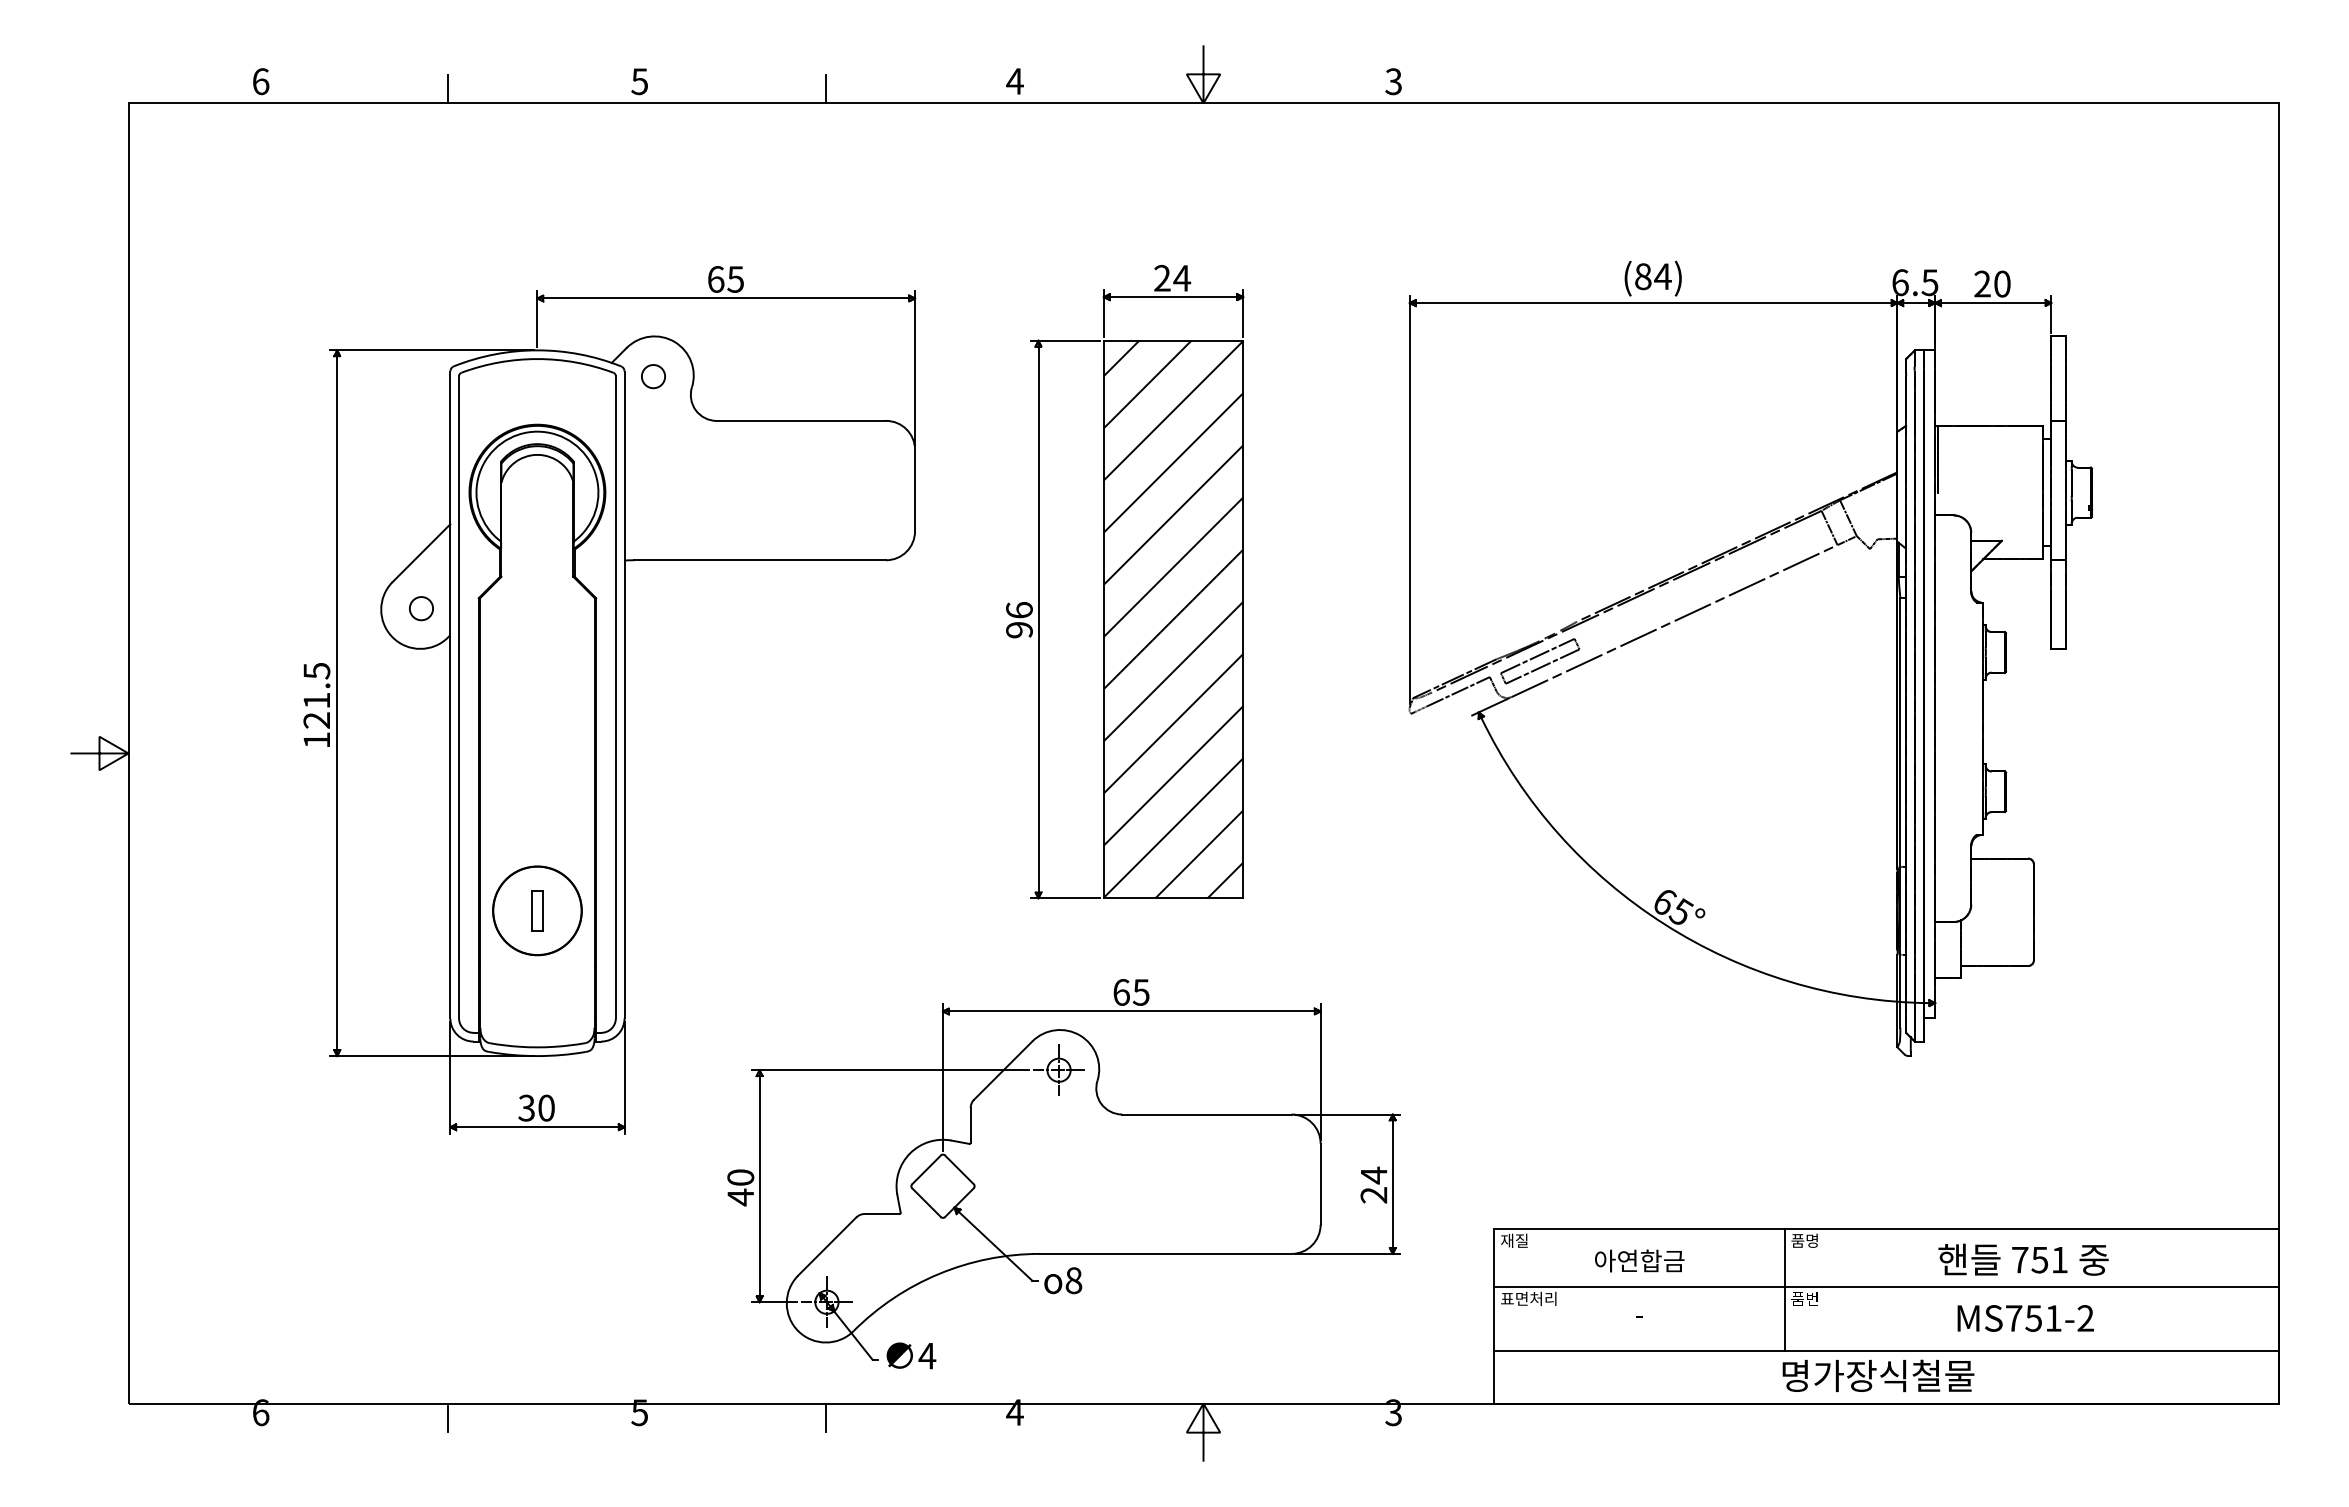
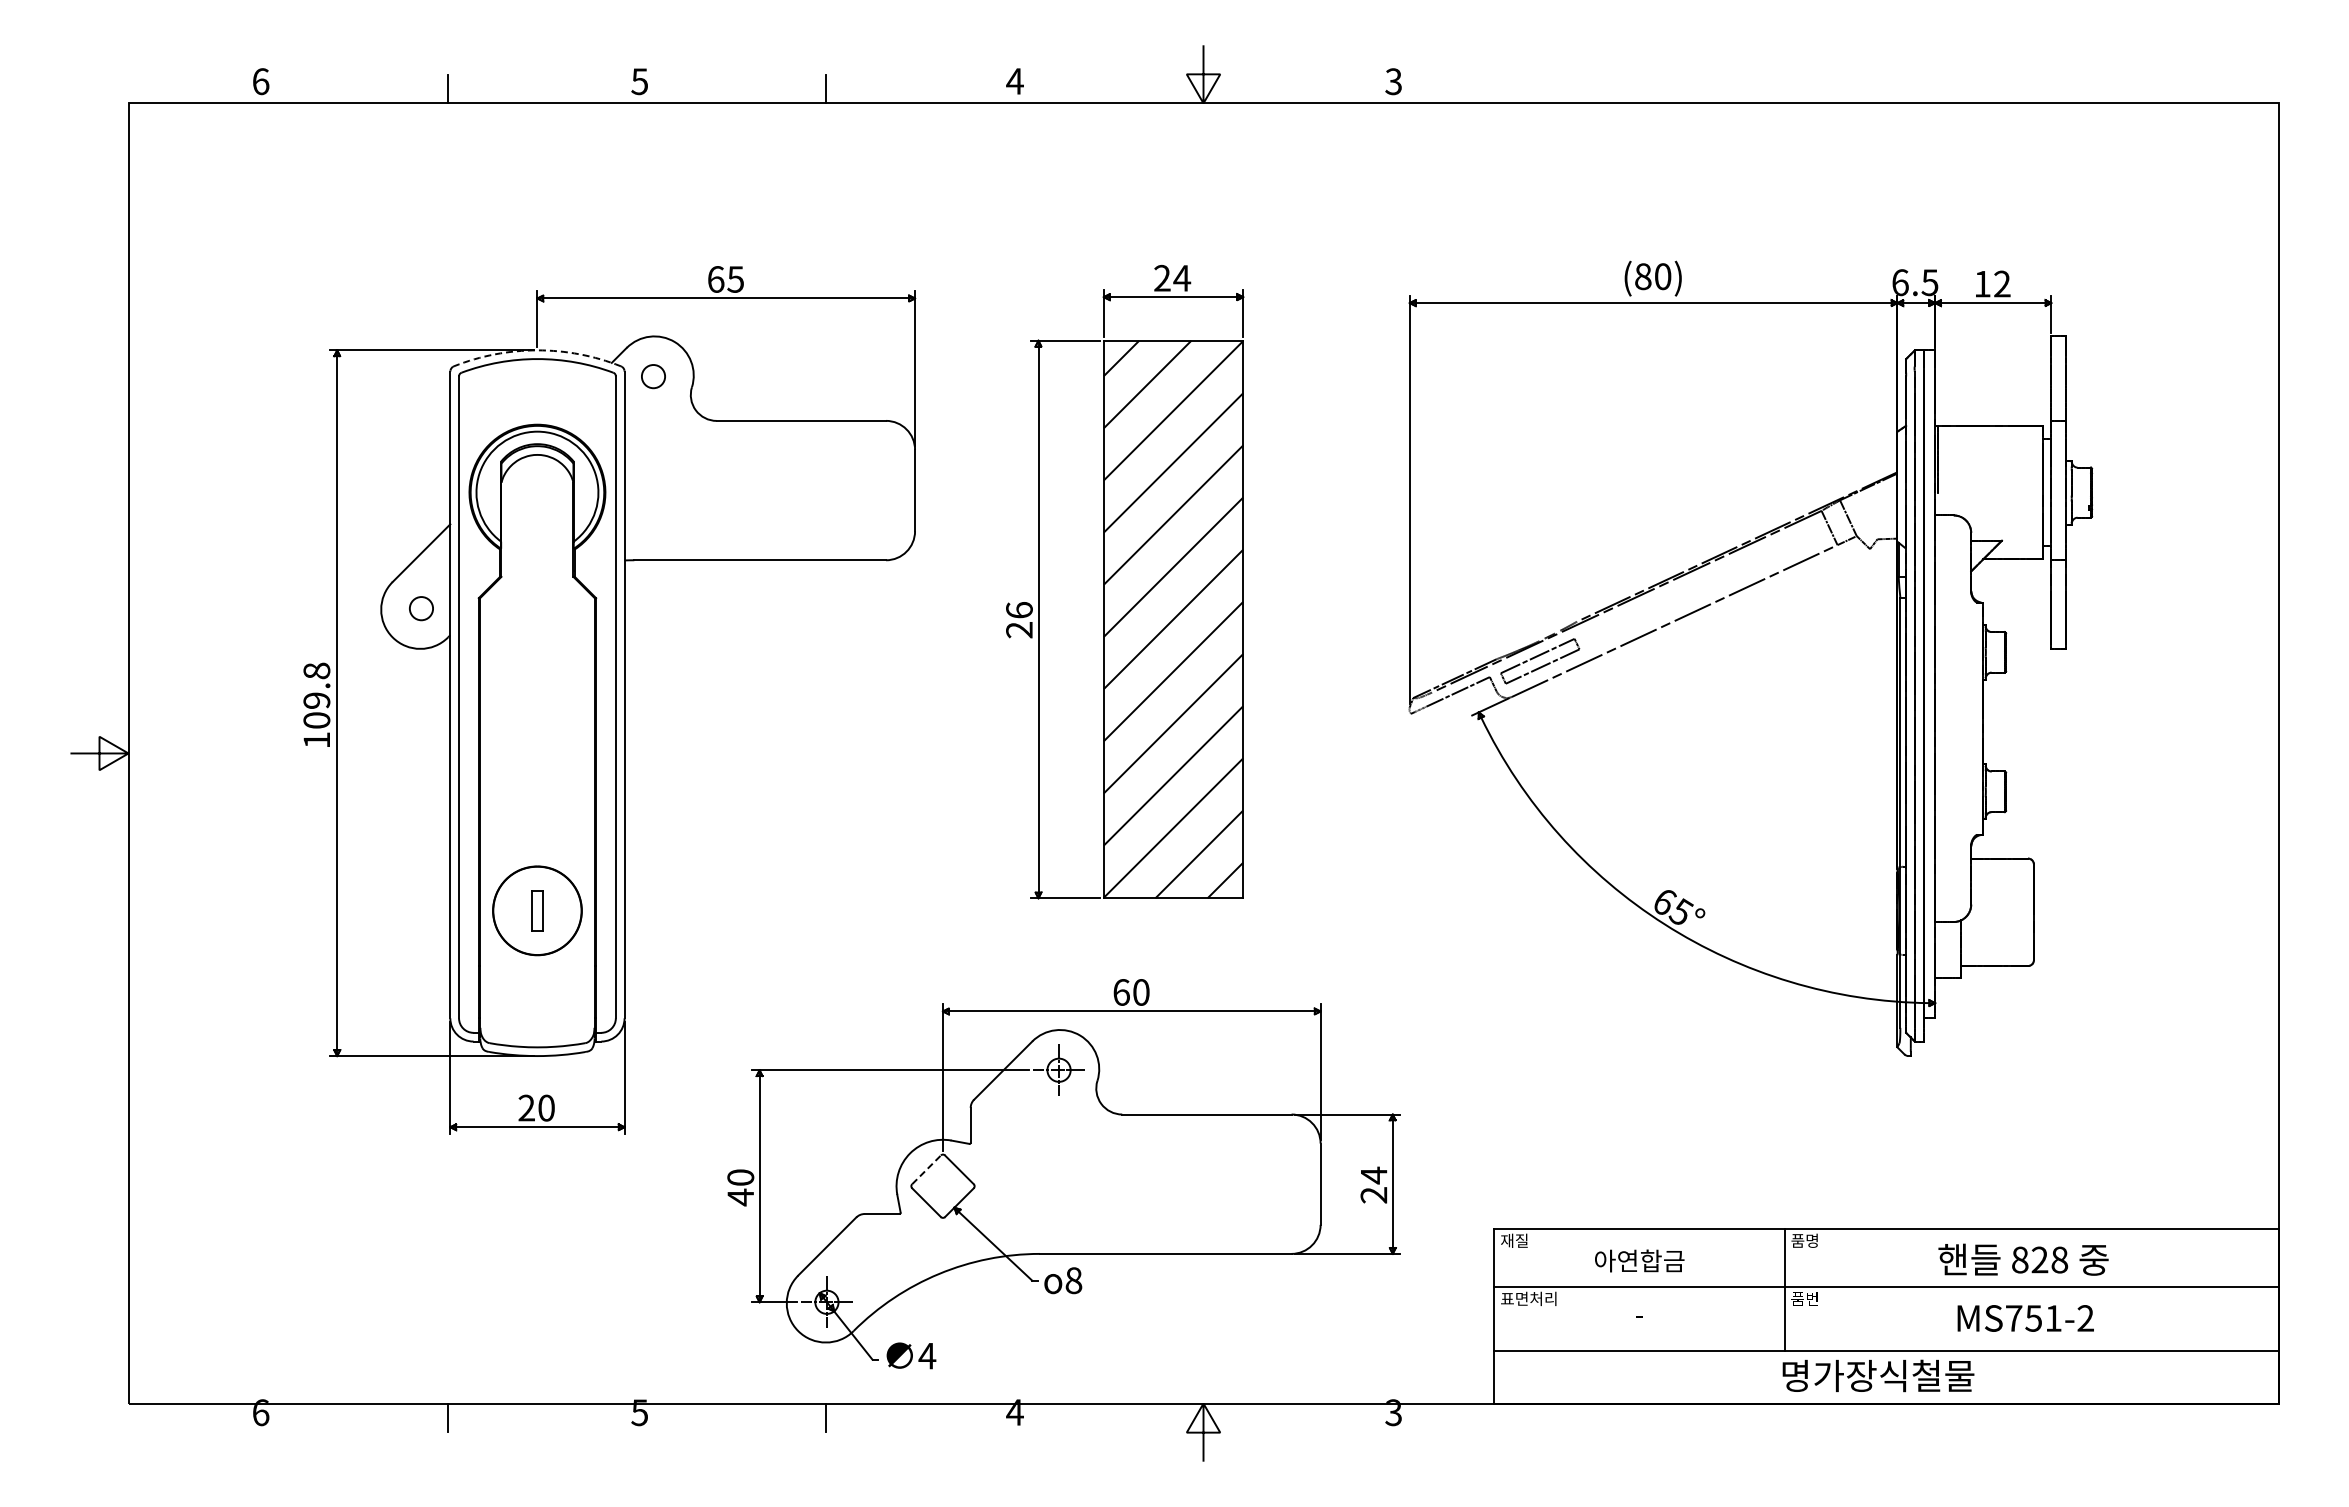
text at (1662, 276): (84) -> (80)
text at (1992, 283): 20 -> 12
arc at (537, 350): solid -> dashed
text at (1019, 630): 96 -> 26
text at (316, 695): 121.5 -> 109.8
text at (1140, 992): 65 -> 60
text at (526, 1108): 30 -> 20
line at (926, 1169): solid -> dashed
text at (2040, 1259): 751 -> 828
